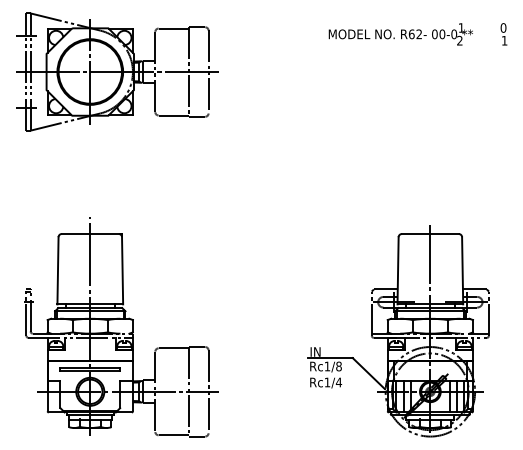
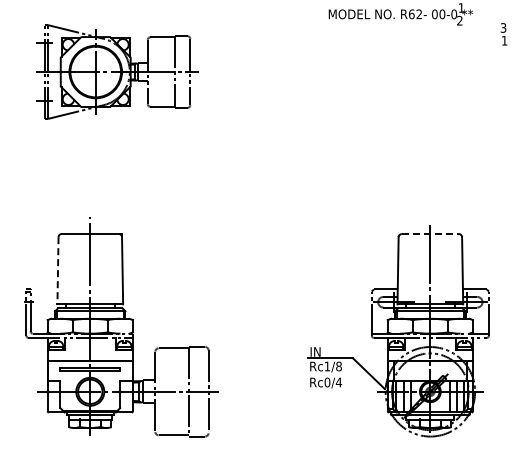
text at (503, 27): 0 -> 3
text at (400, 34) position: (400, 34) -> (400, 14)
part at (117, 71) size: 203x120 px -> 163x96 px
line at (430, 234): solid -> dashed
line at (58, 270): solid -> dashed
text at (327, 382): Rc1/4 -> Rc0/4
